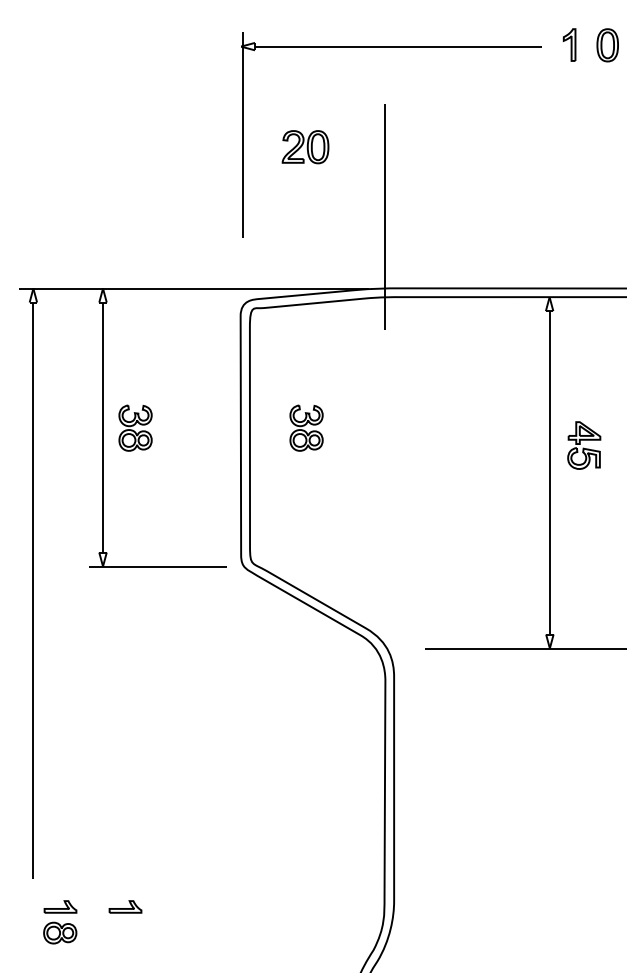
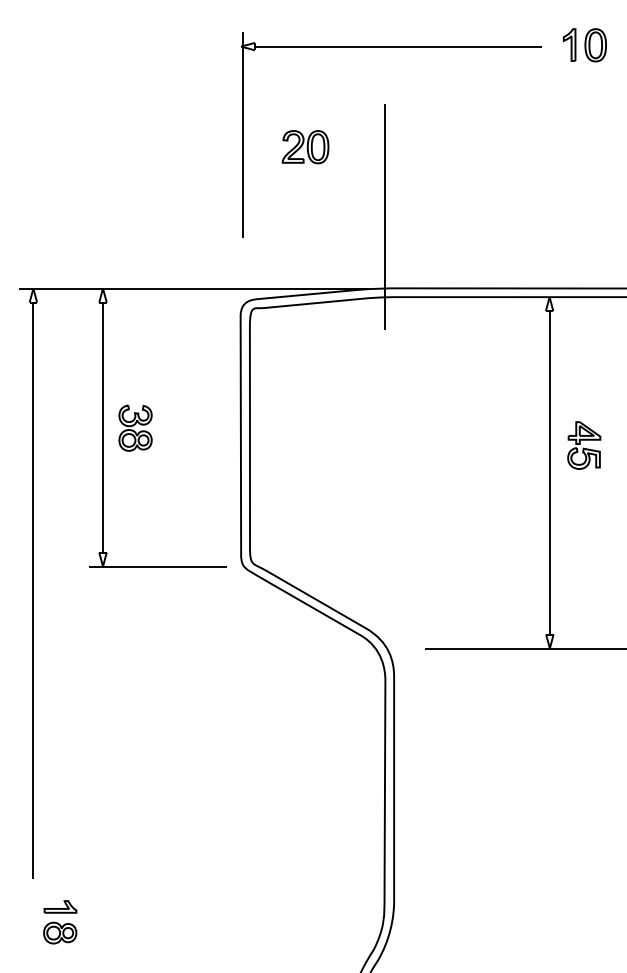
part at (607, 45) position: (607, 45) -> (595, 45)
part at (306, 427): present -> none
part at (125, 906): present -> none
